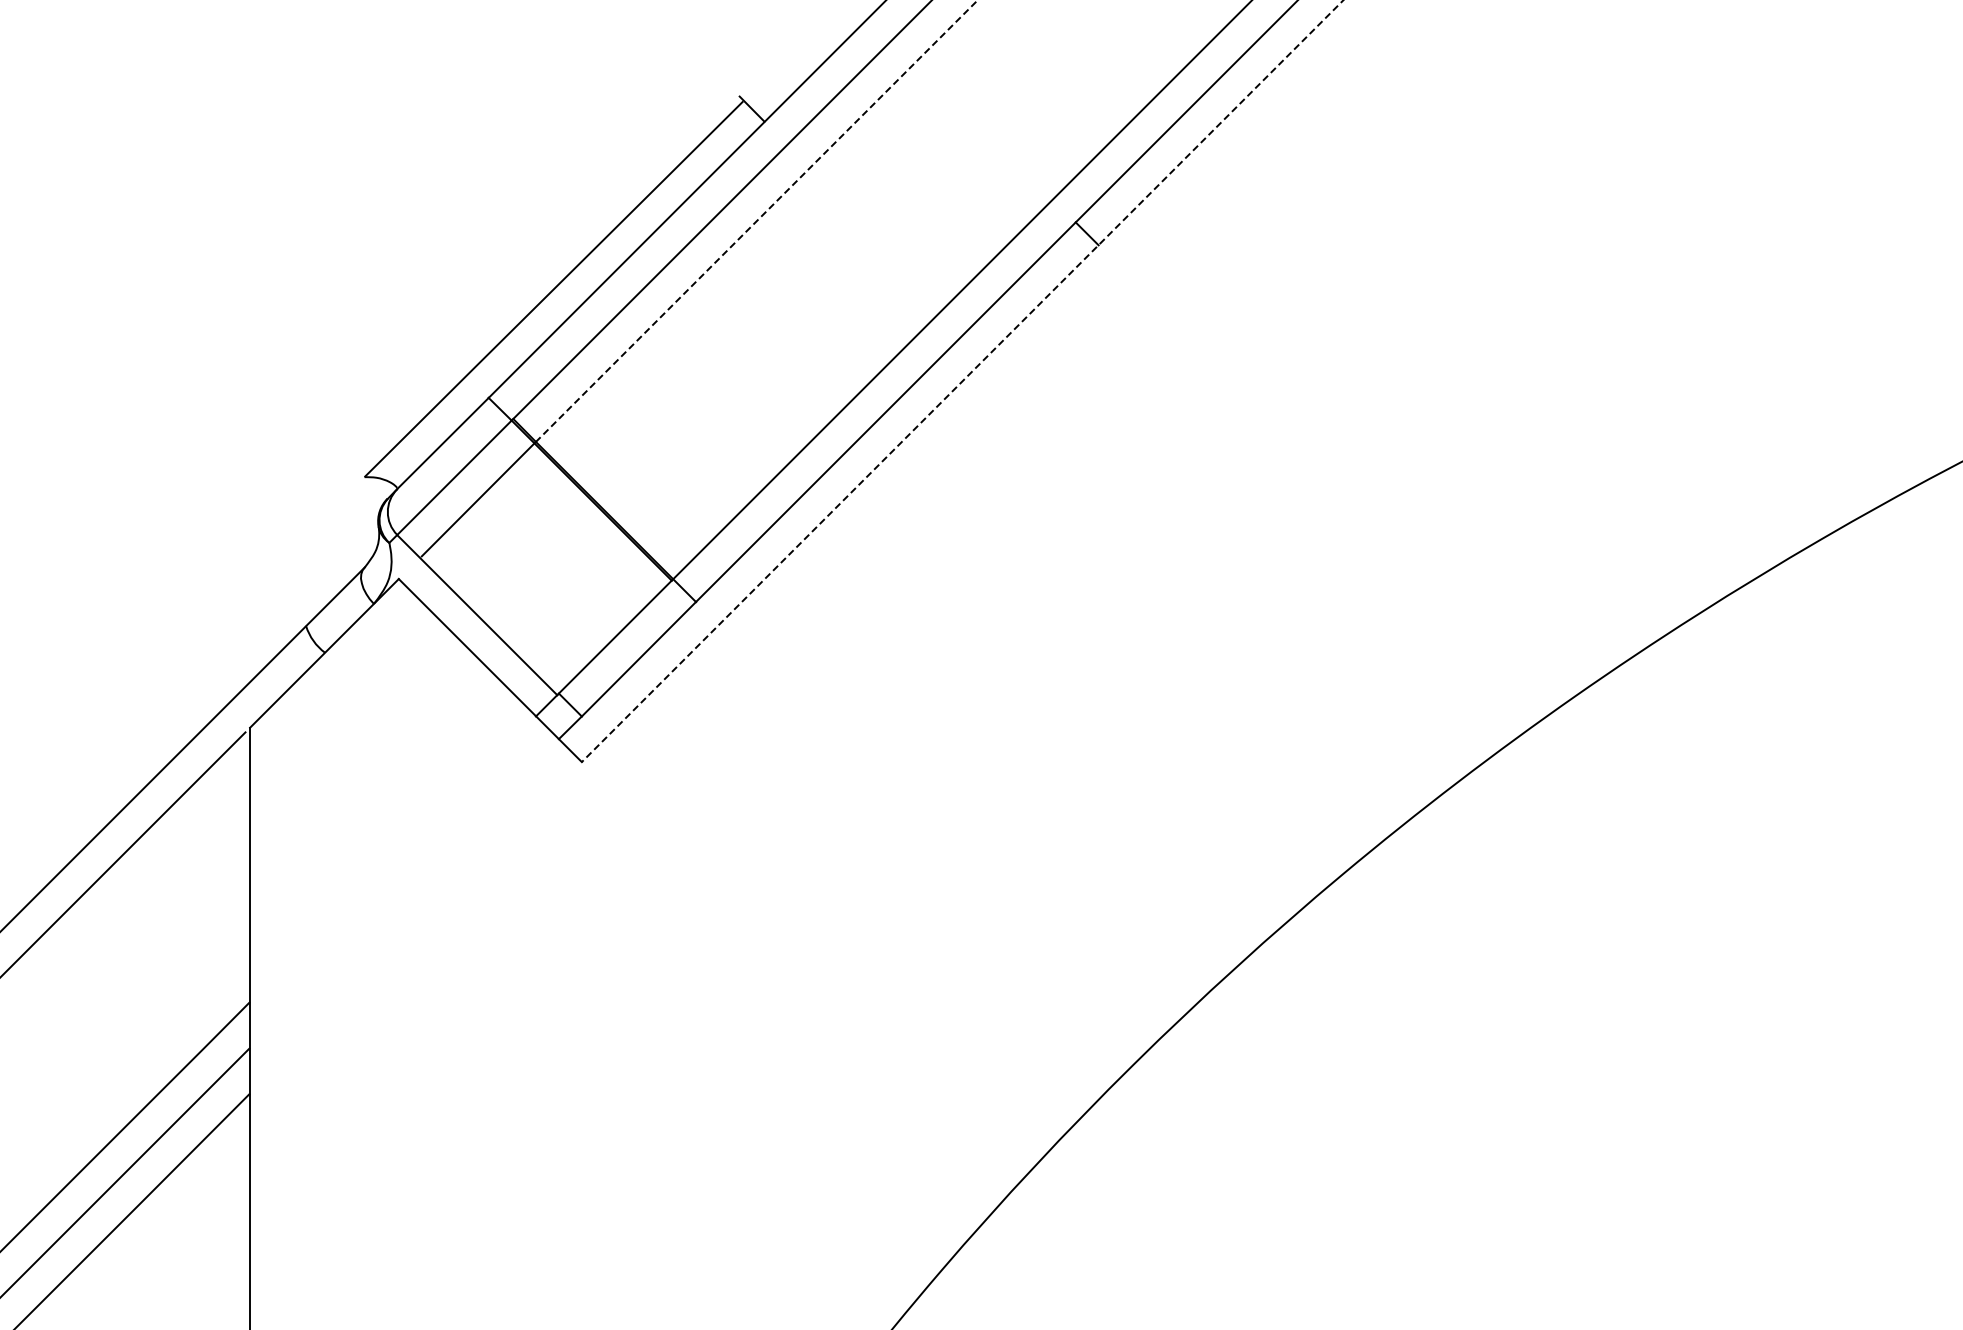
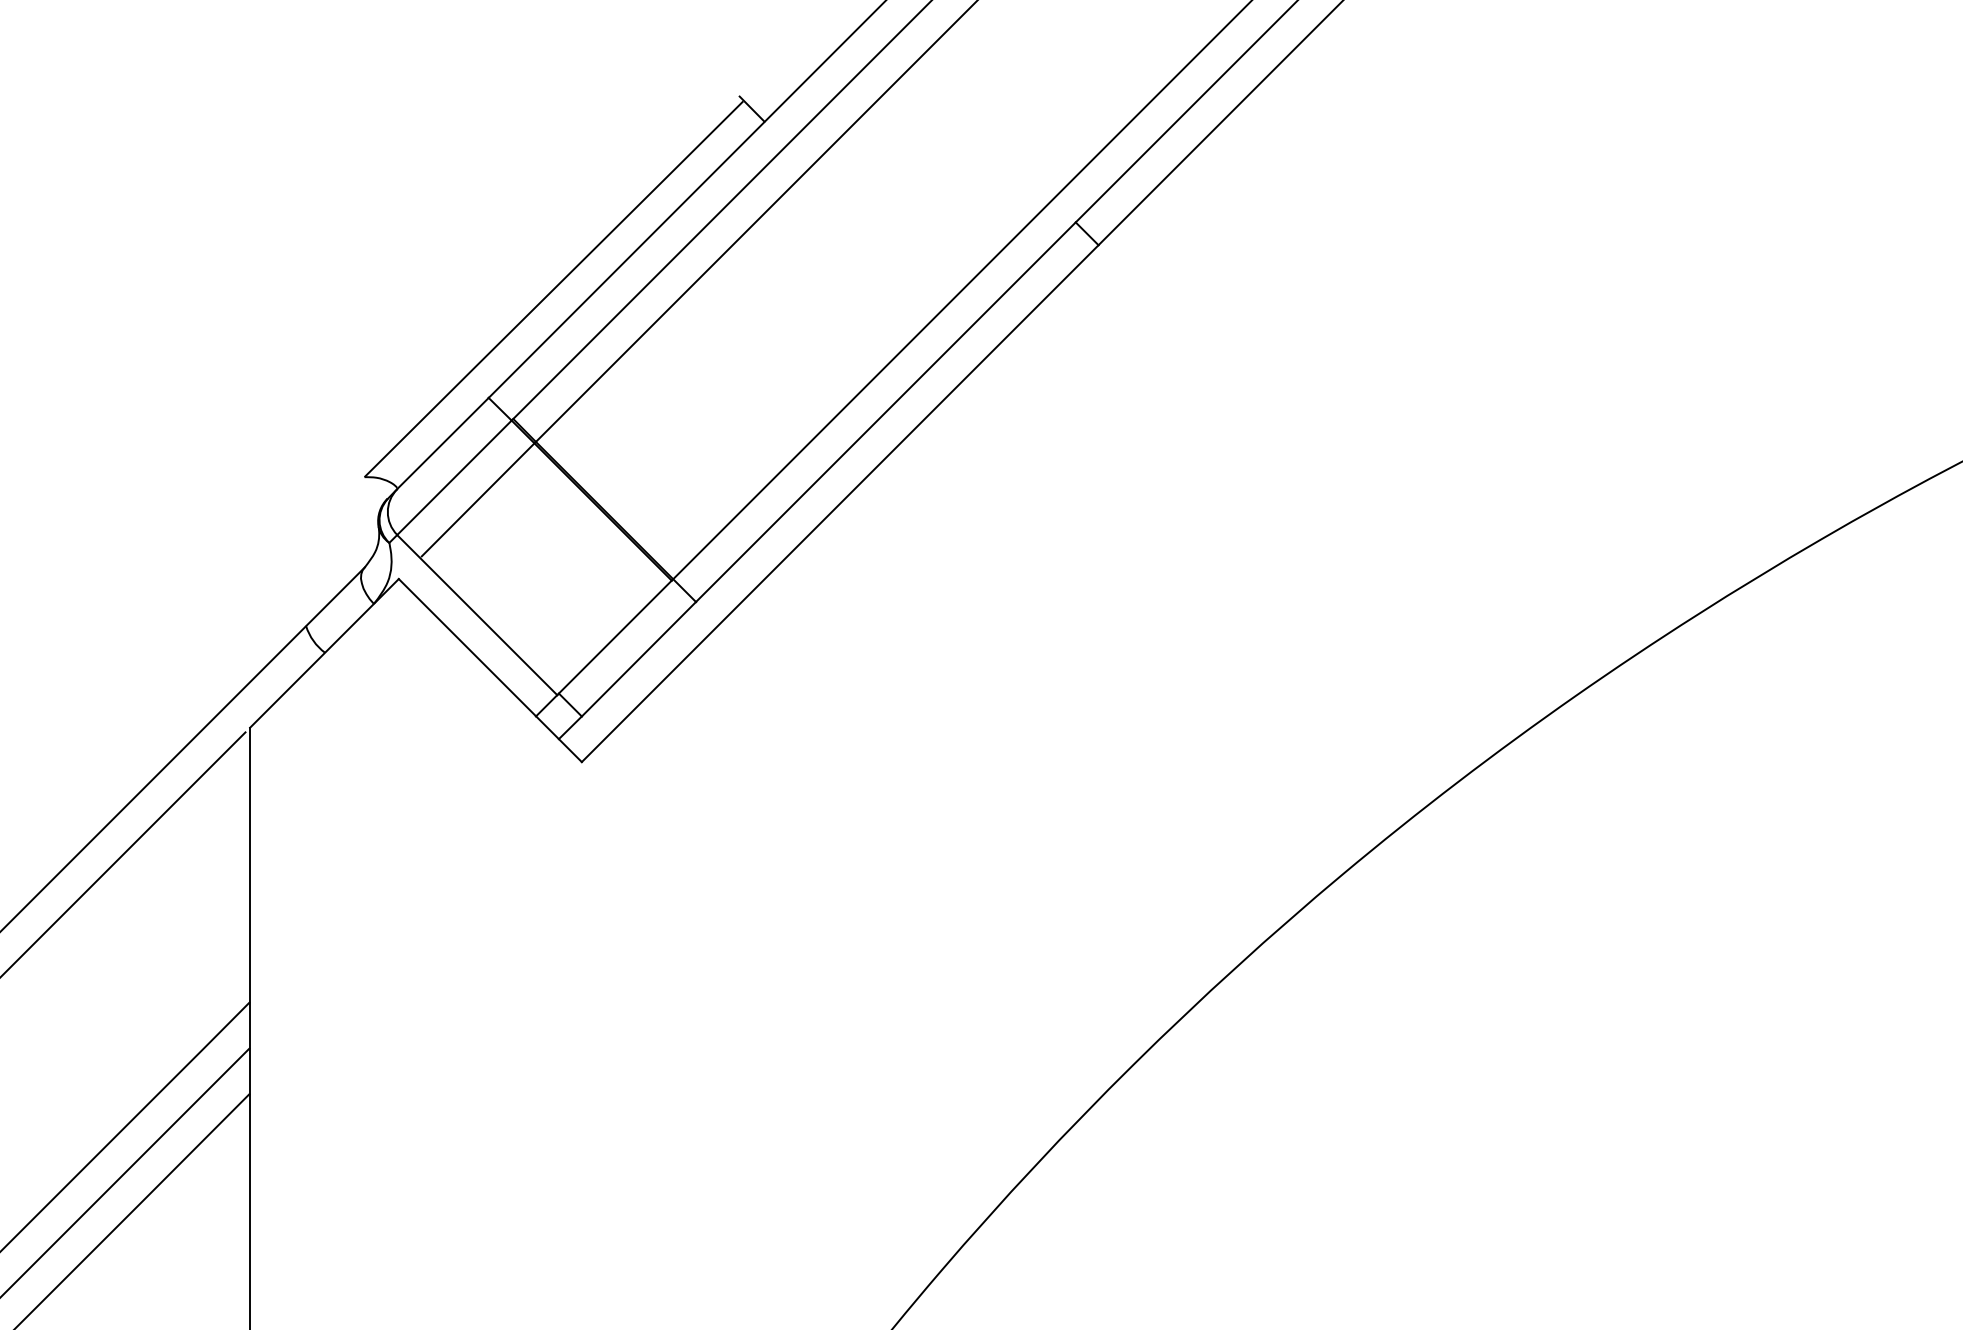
line at (756, 221): dashed -> solid
line at (962, 381): dashed -> solid
